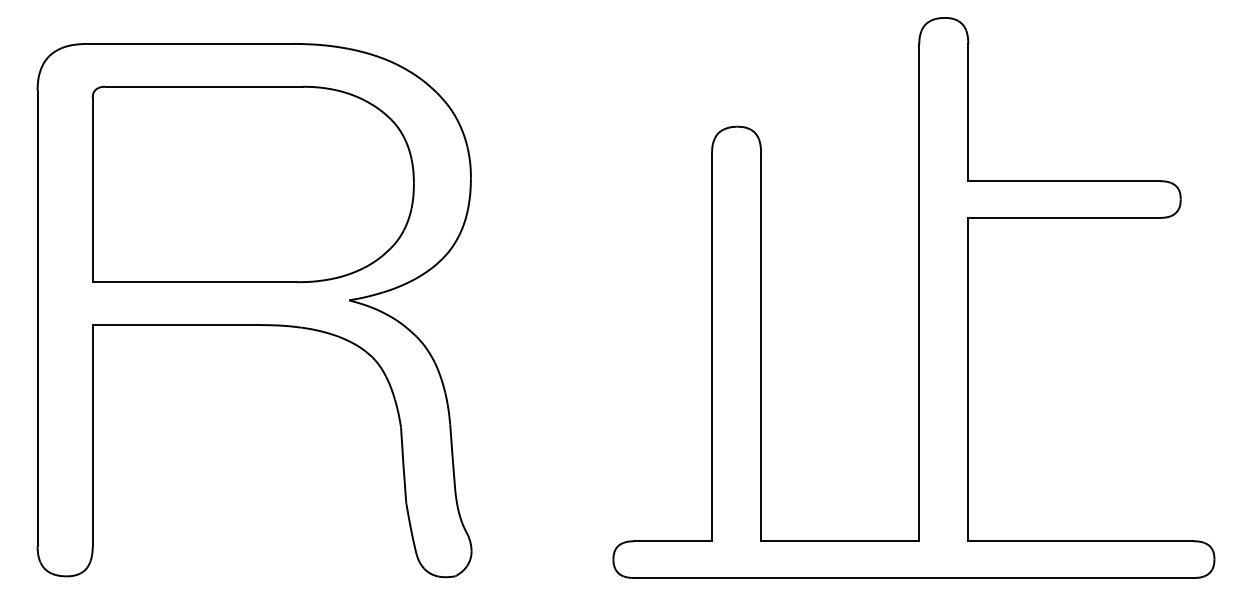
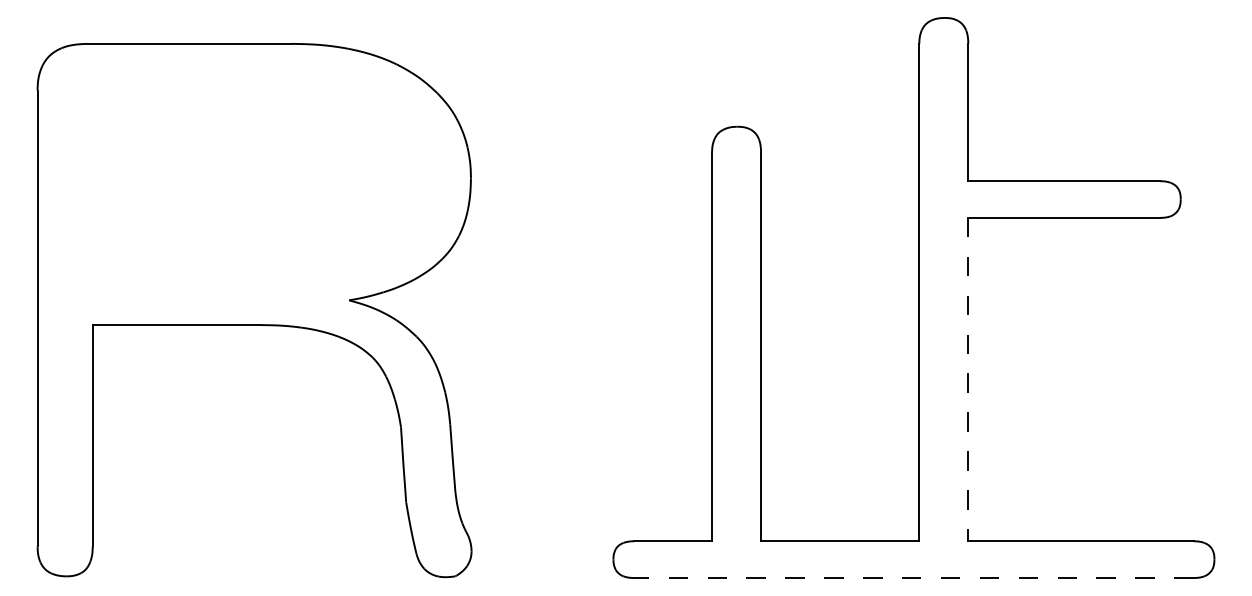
part at (252, 184): present -> none
line at (968, 379): solid -> dashed
line at (913, 578): solid -> dashed
